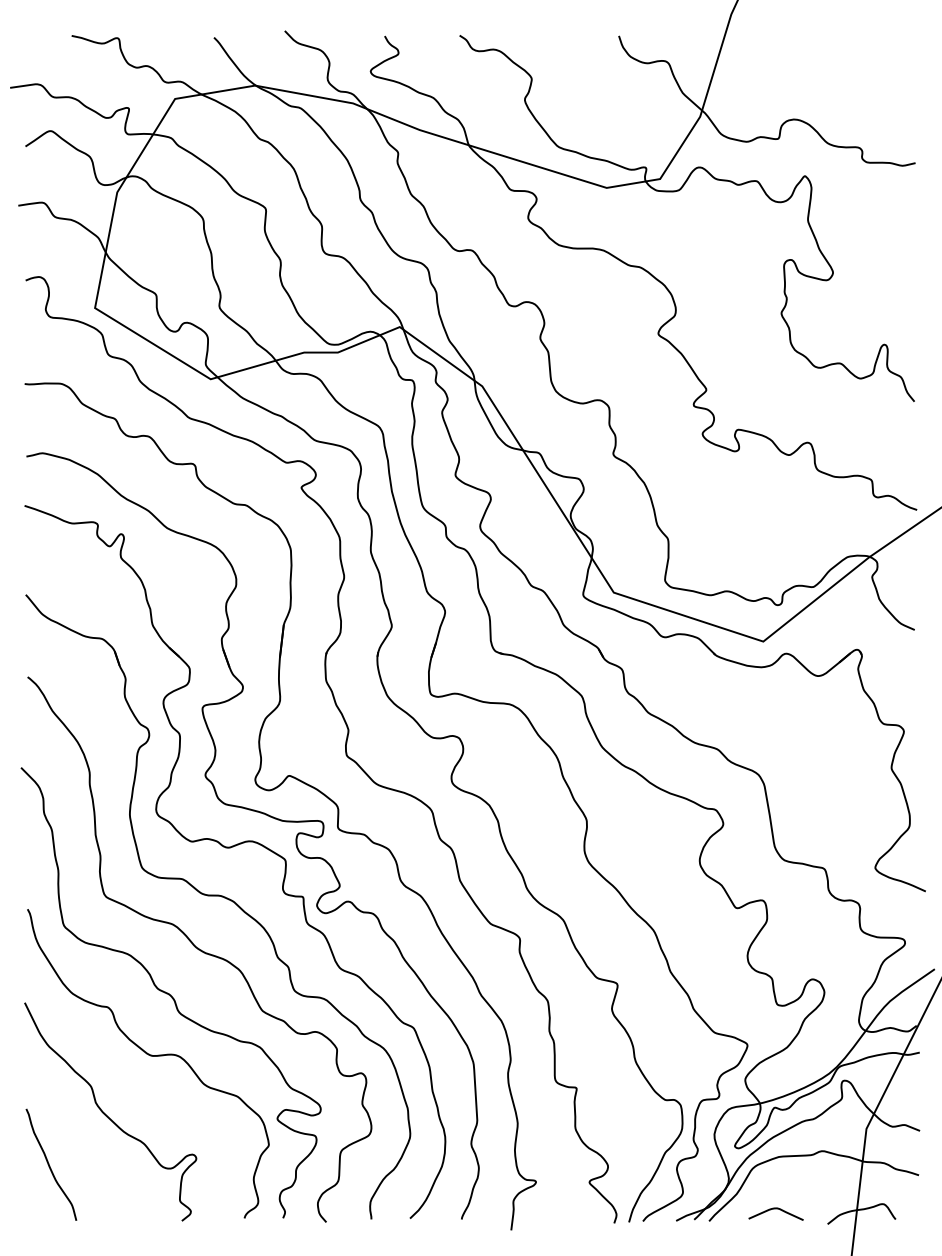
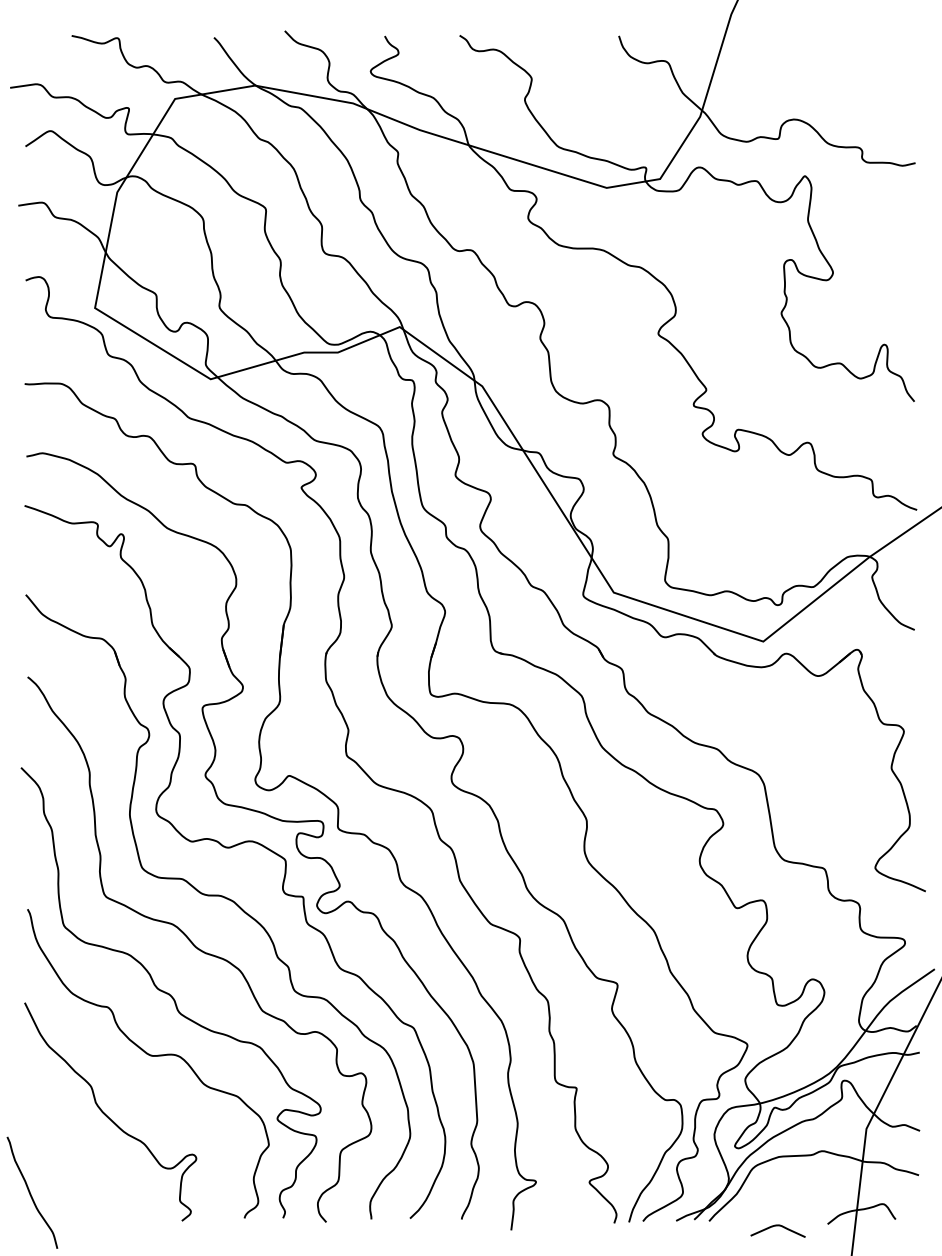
curve at (49, 1164) position: (49, 1164) -> (30, 1192)
curve at (775, 1209) position: (775, 1209) -> (777, 1226)
